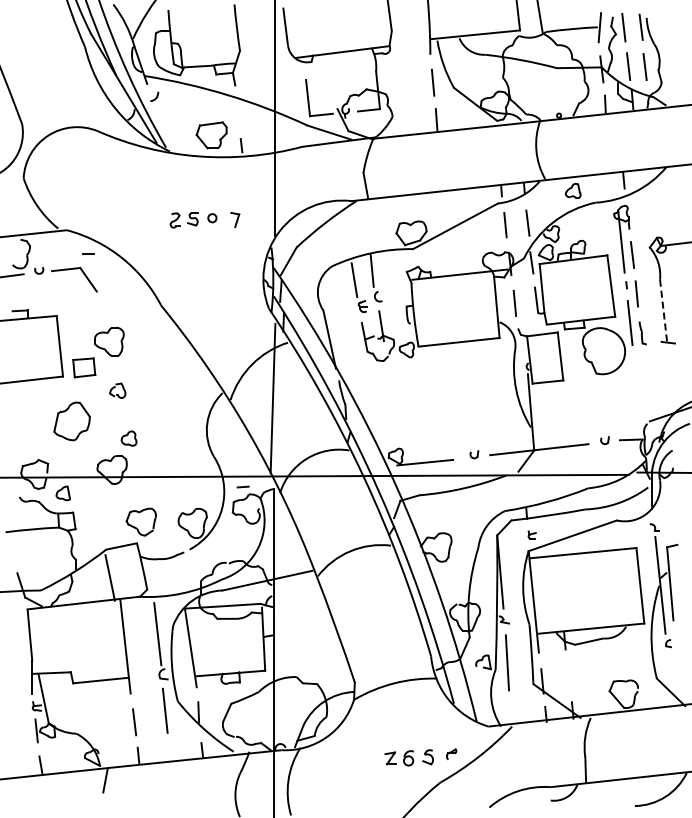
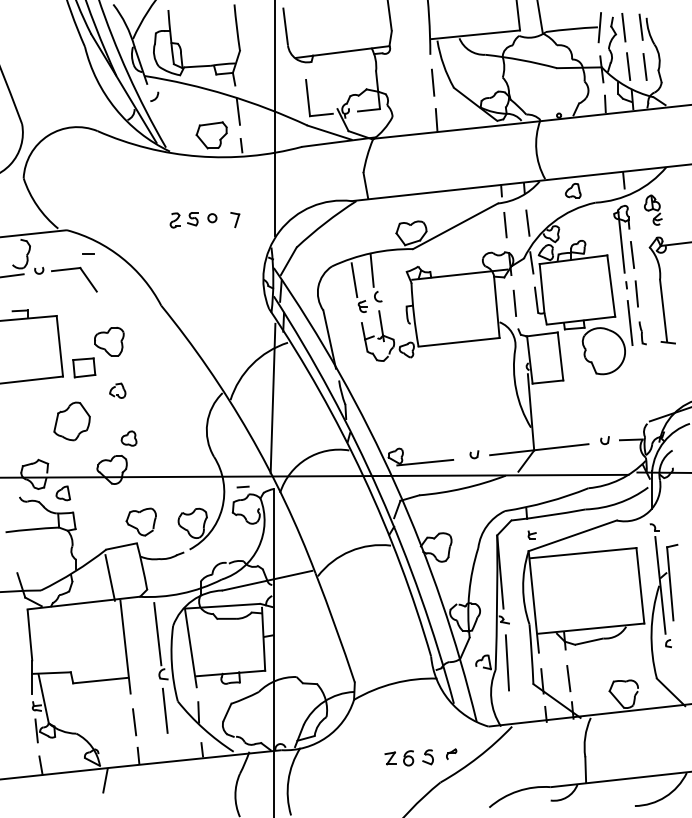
line at (238, 111): none -> present
part at (653, 209): none -> present
line at (663, 311): dashed -> solid
line at (568, 678): none -> present
